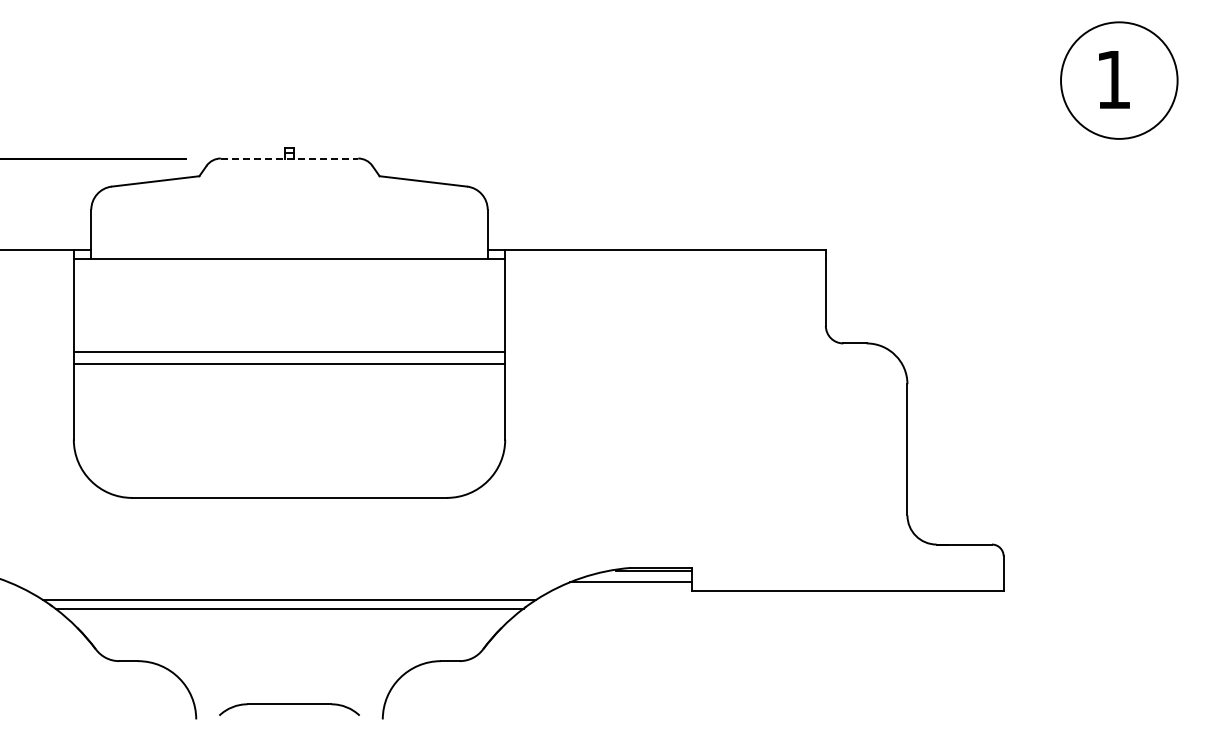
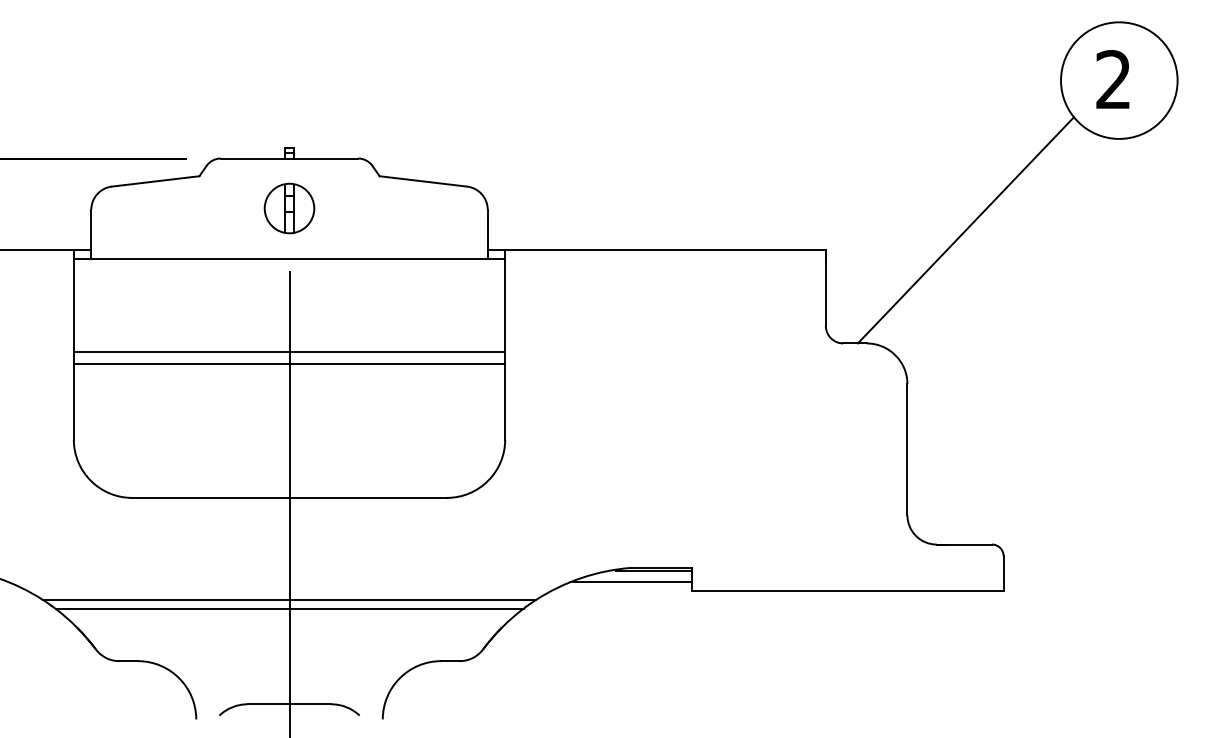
text at (1112, 79): 1 -> 2
line at (289, 158): dashed -> solid
part at (289, 208): none -> present
line at (965, 230): none -> present
line at (289, 502): none -> present
